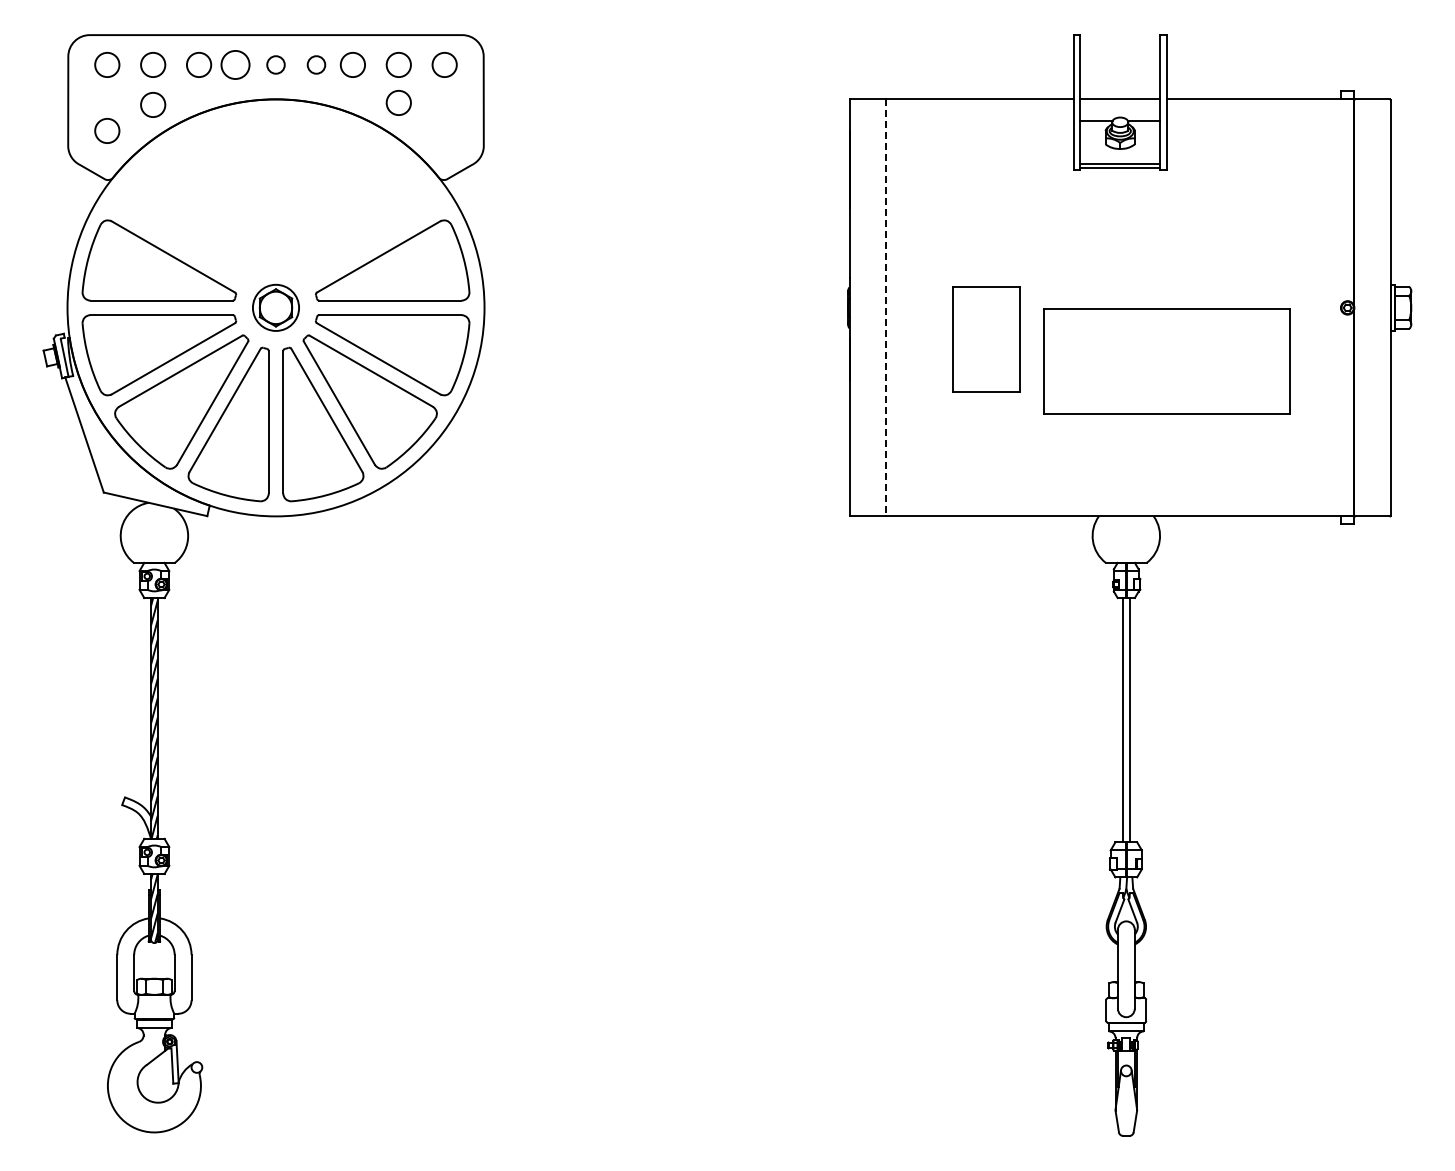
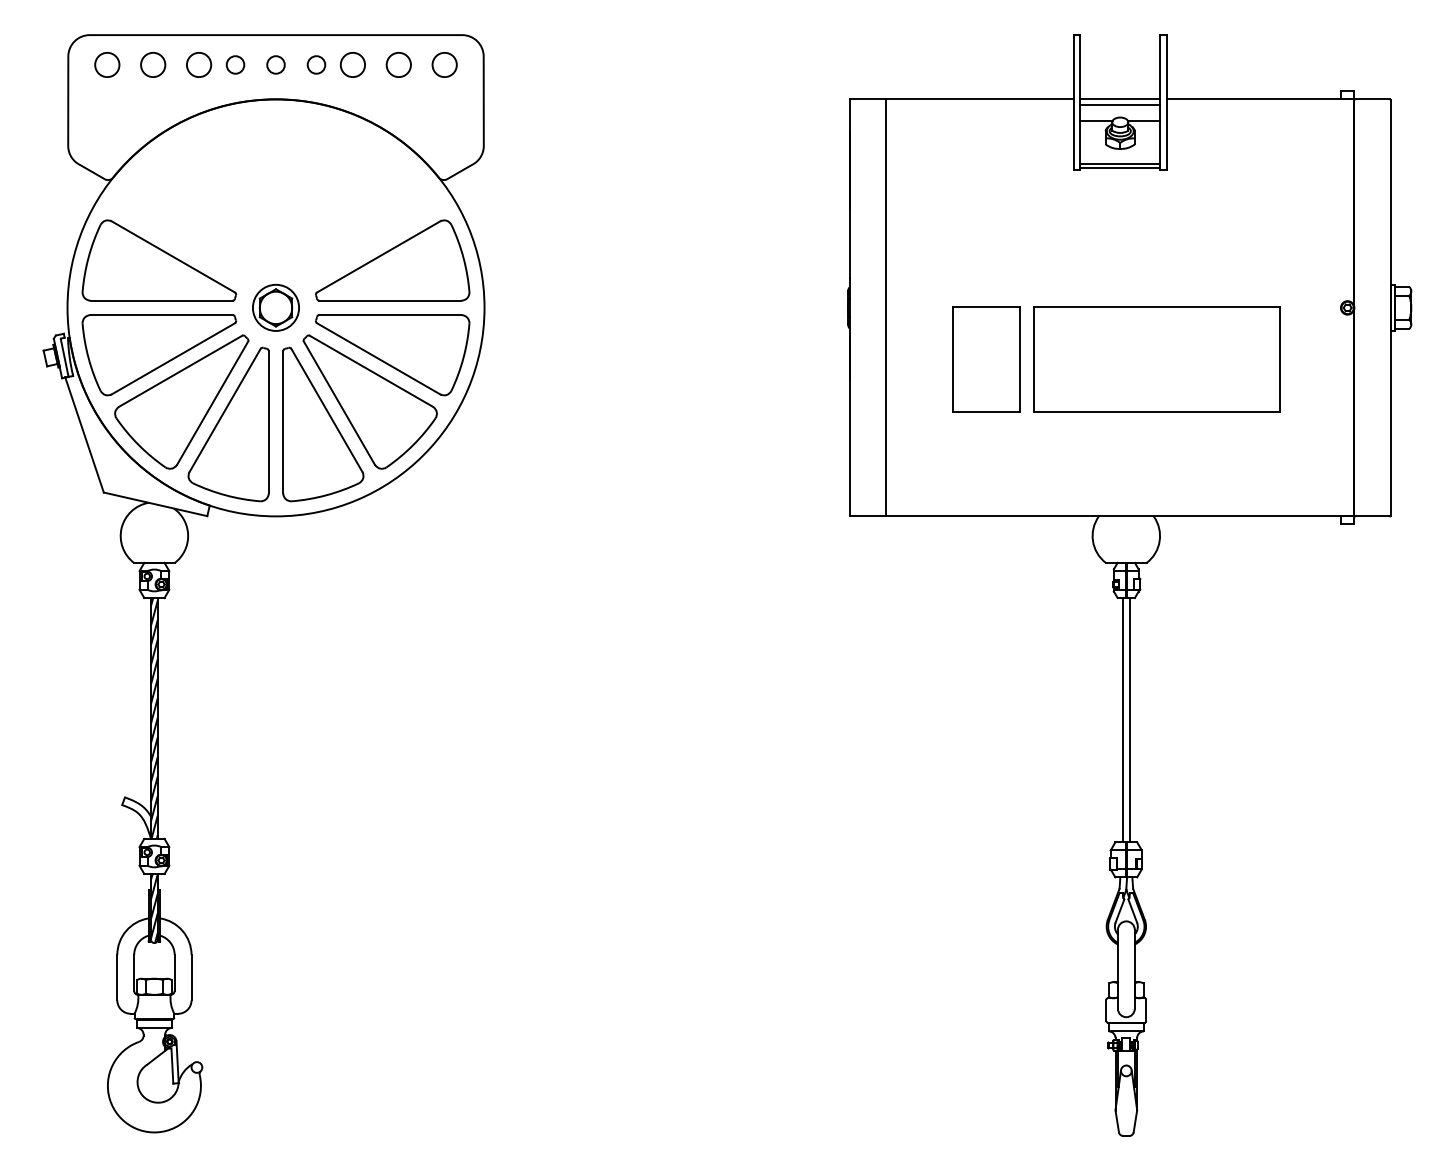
circle at (235, 64) diameter: 28 px -> 18 px
circle at (398, 102): present -> none
circle at (153, 104): present -> none
line at (1120, 104): none -> present
circle at (107, 130): present -> none
line at (886, 308): dashed -> solid
part at (986, 339) position: (986, 339) -> (986, 359)
part at (1166, 361) position: (1166, 361) -> (1156, 359)
